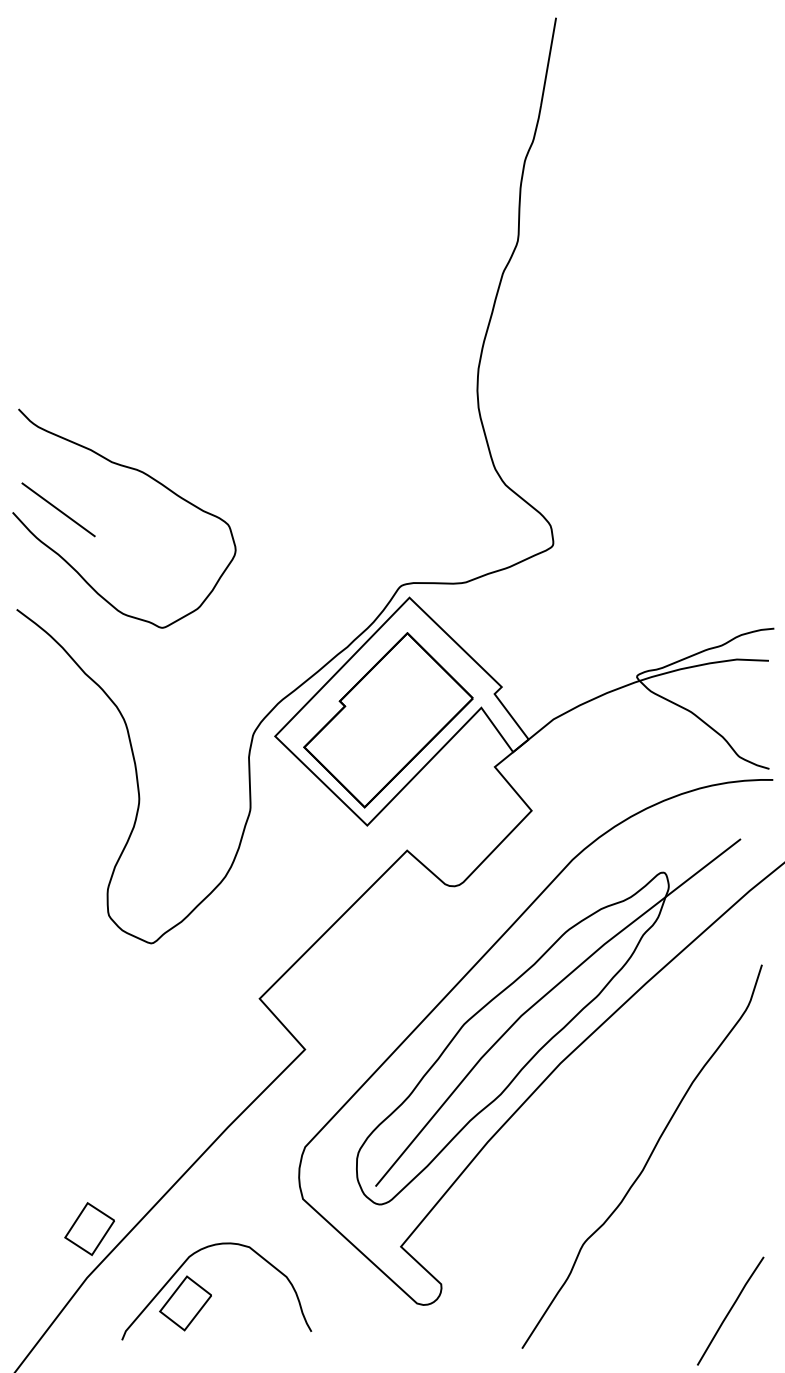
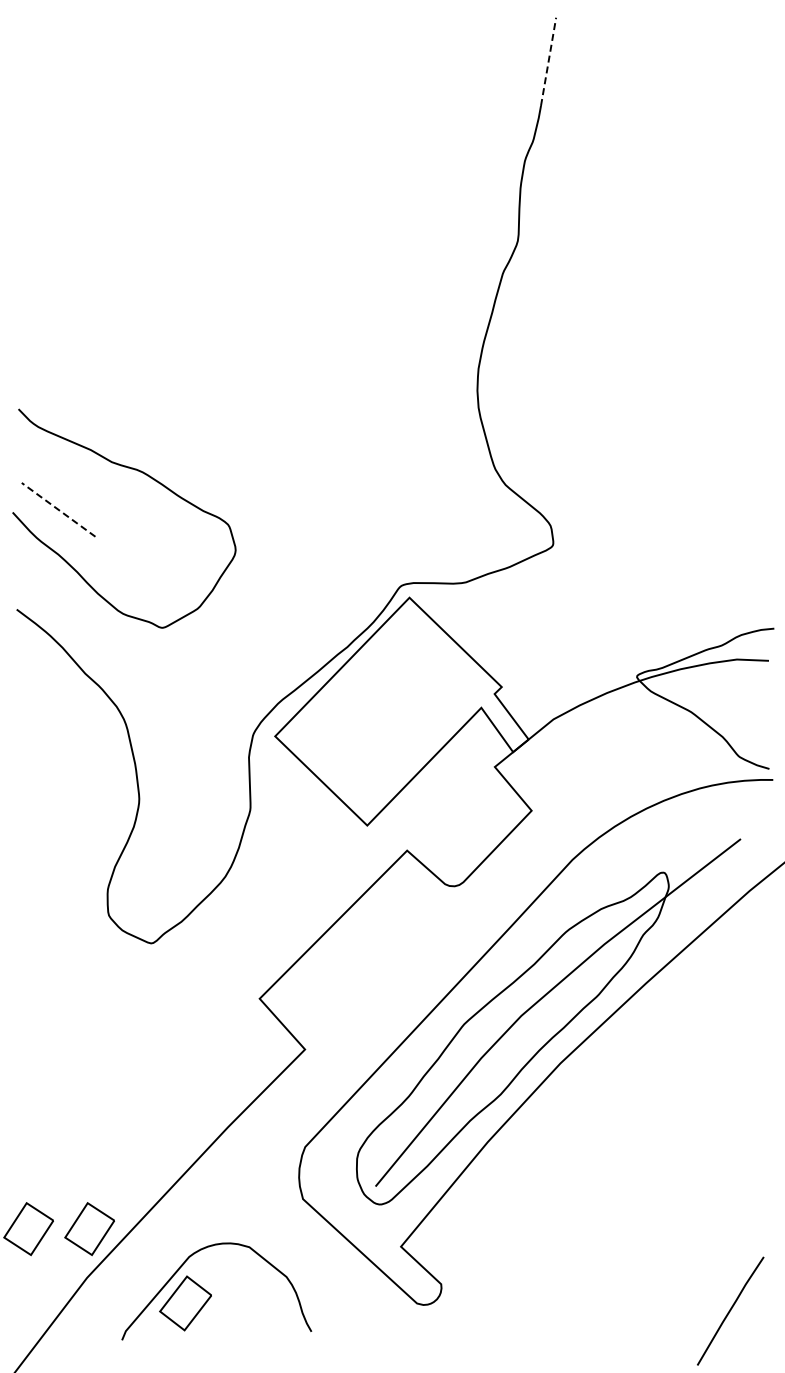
line at (548, 61): solid -> dashed
line at (58, 509): solid -> dashed
part at (388, 720): present -> none
curve at (647, 1159): present -> none
part at (28, 1229): none -> present
